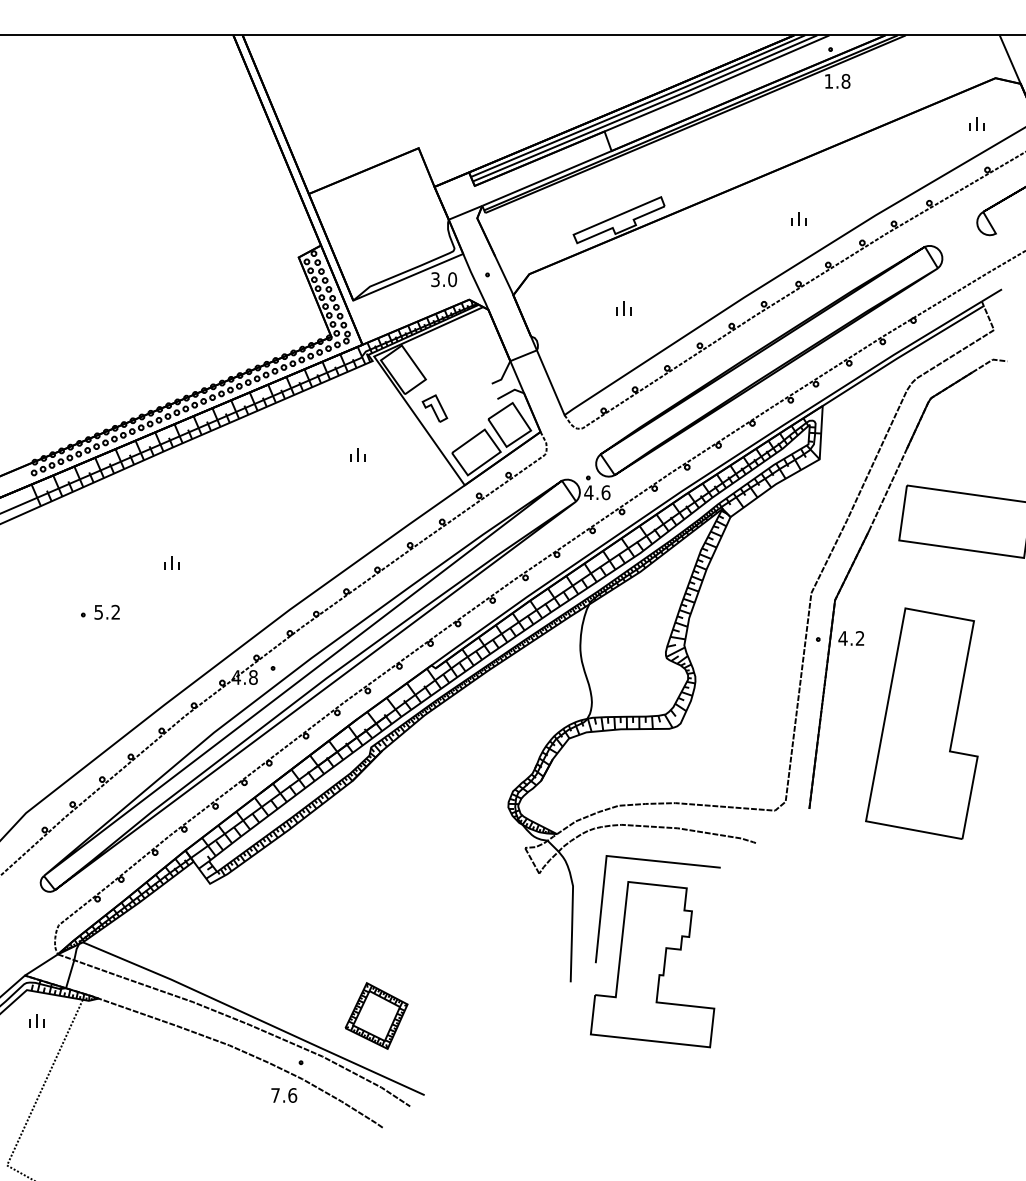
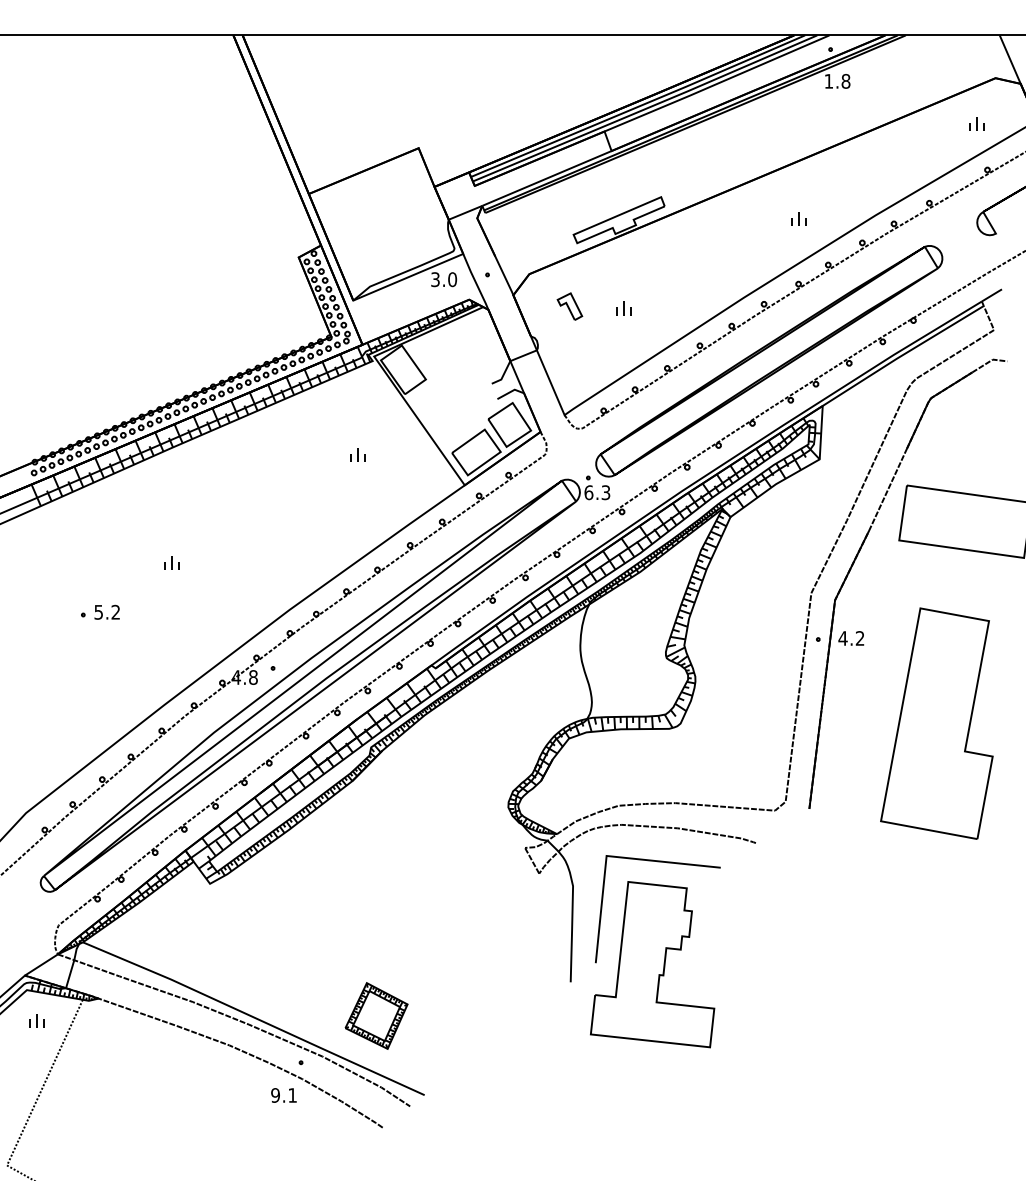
part at (434, 408) position: (434, 408) -> (569, 306)
text at (597, 492): 4.6 -> 6.3
part at (921, 723) position: (921, 723) -> (936, 723)
text at (284, 1095): 7.6 -> 9.1
